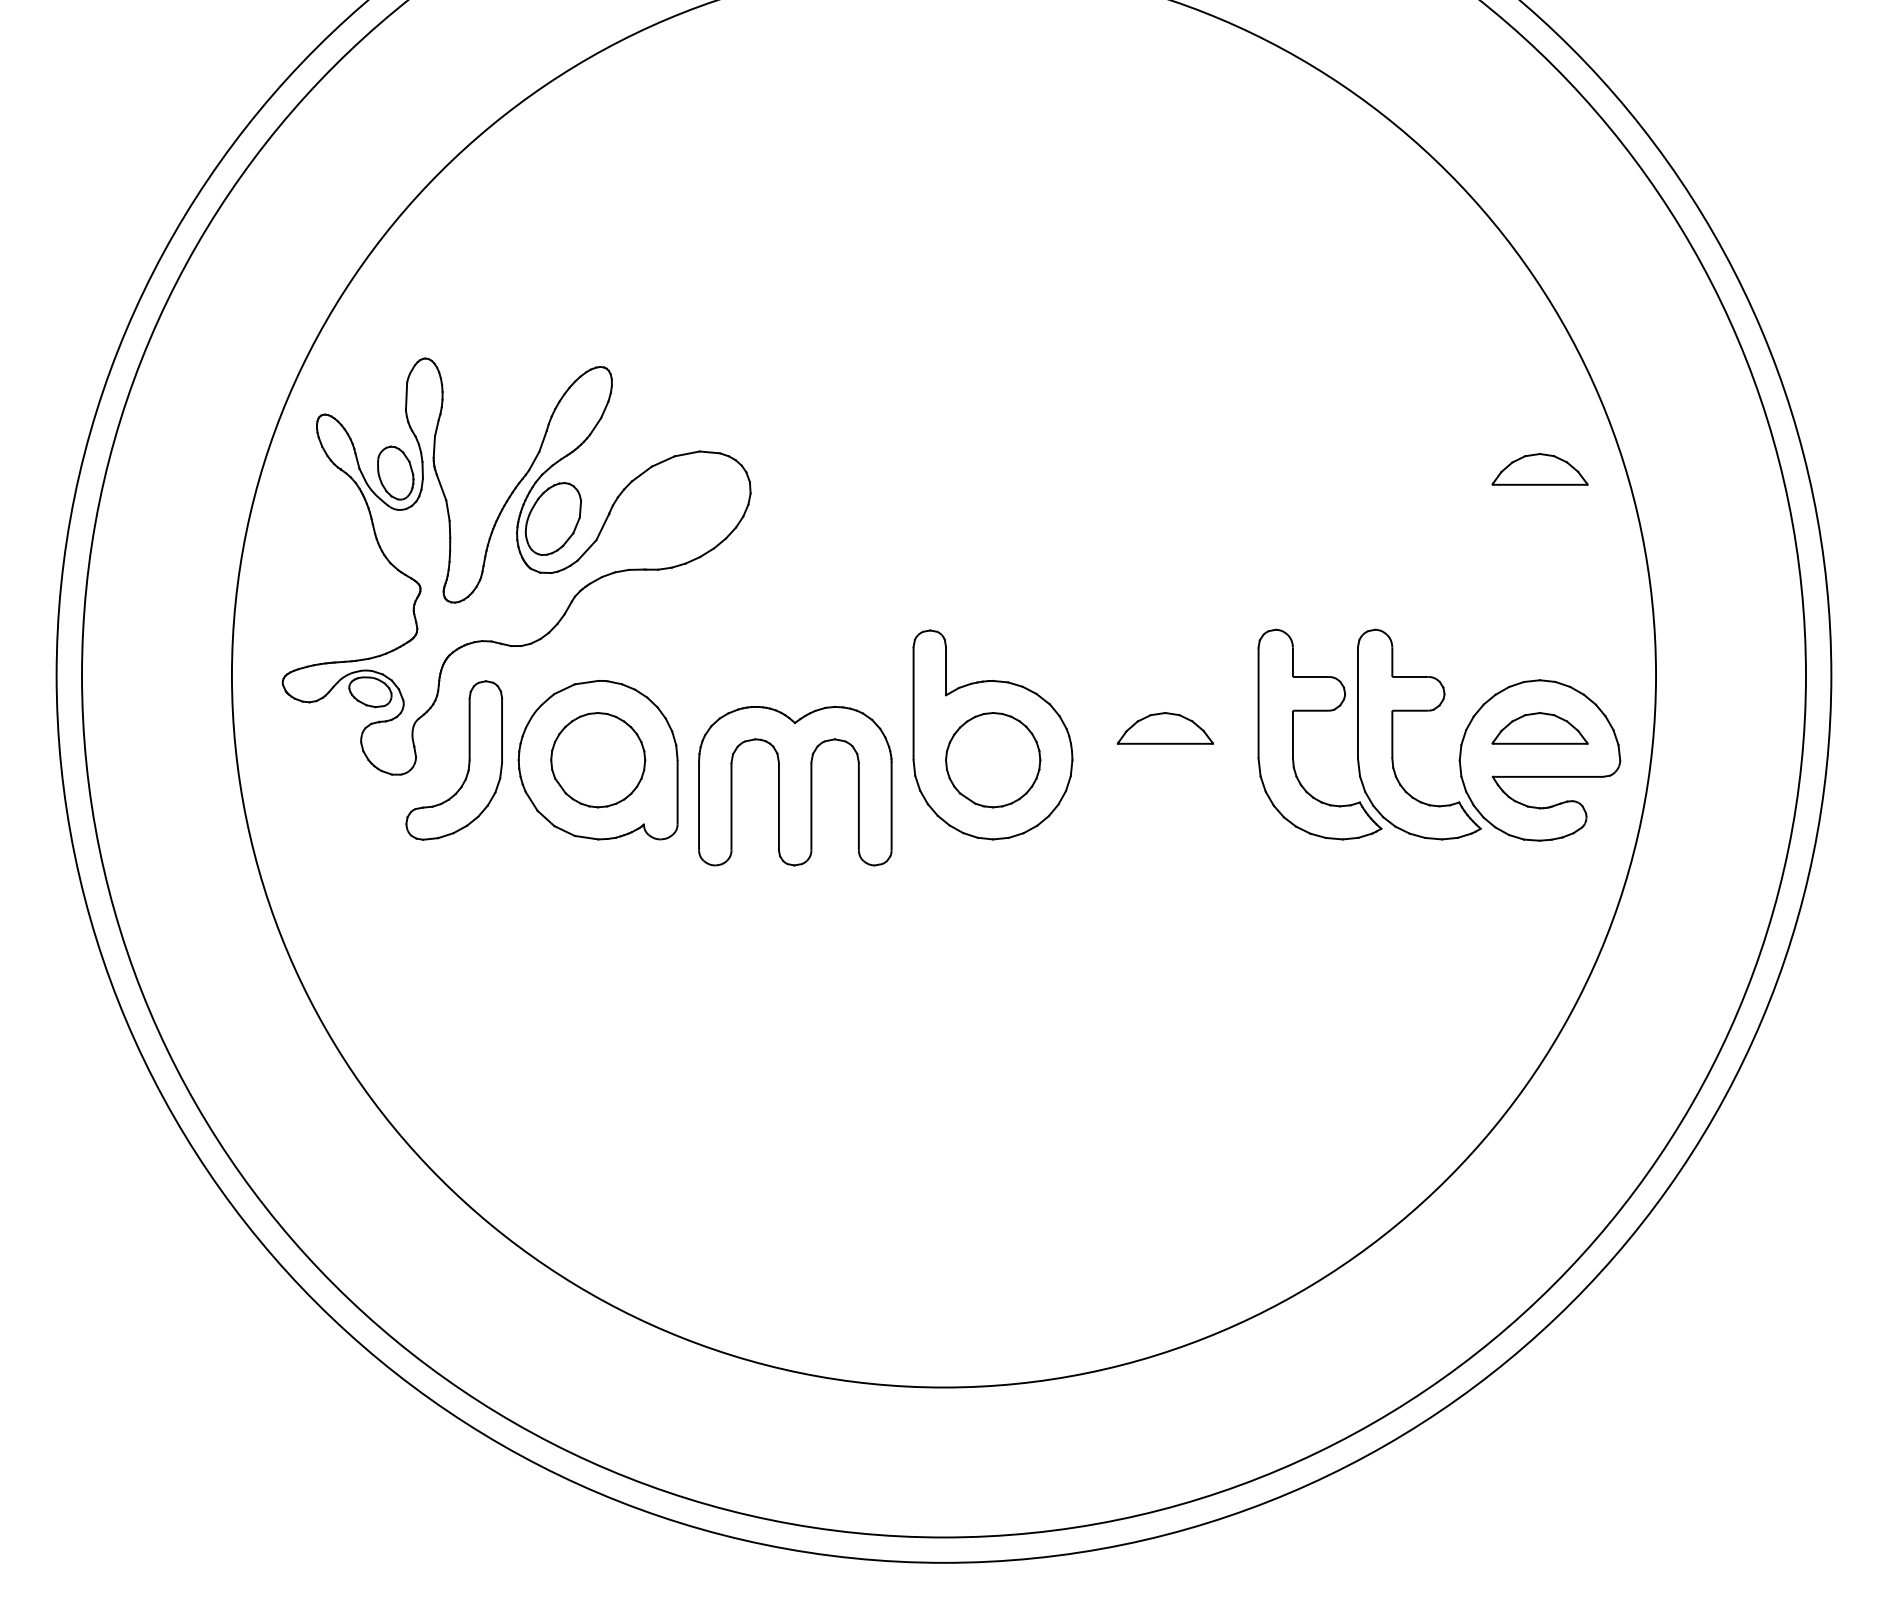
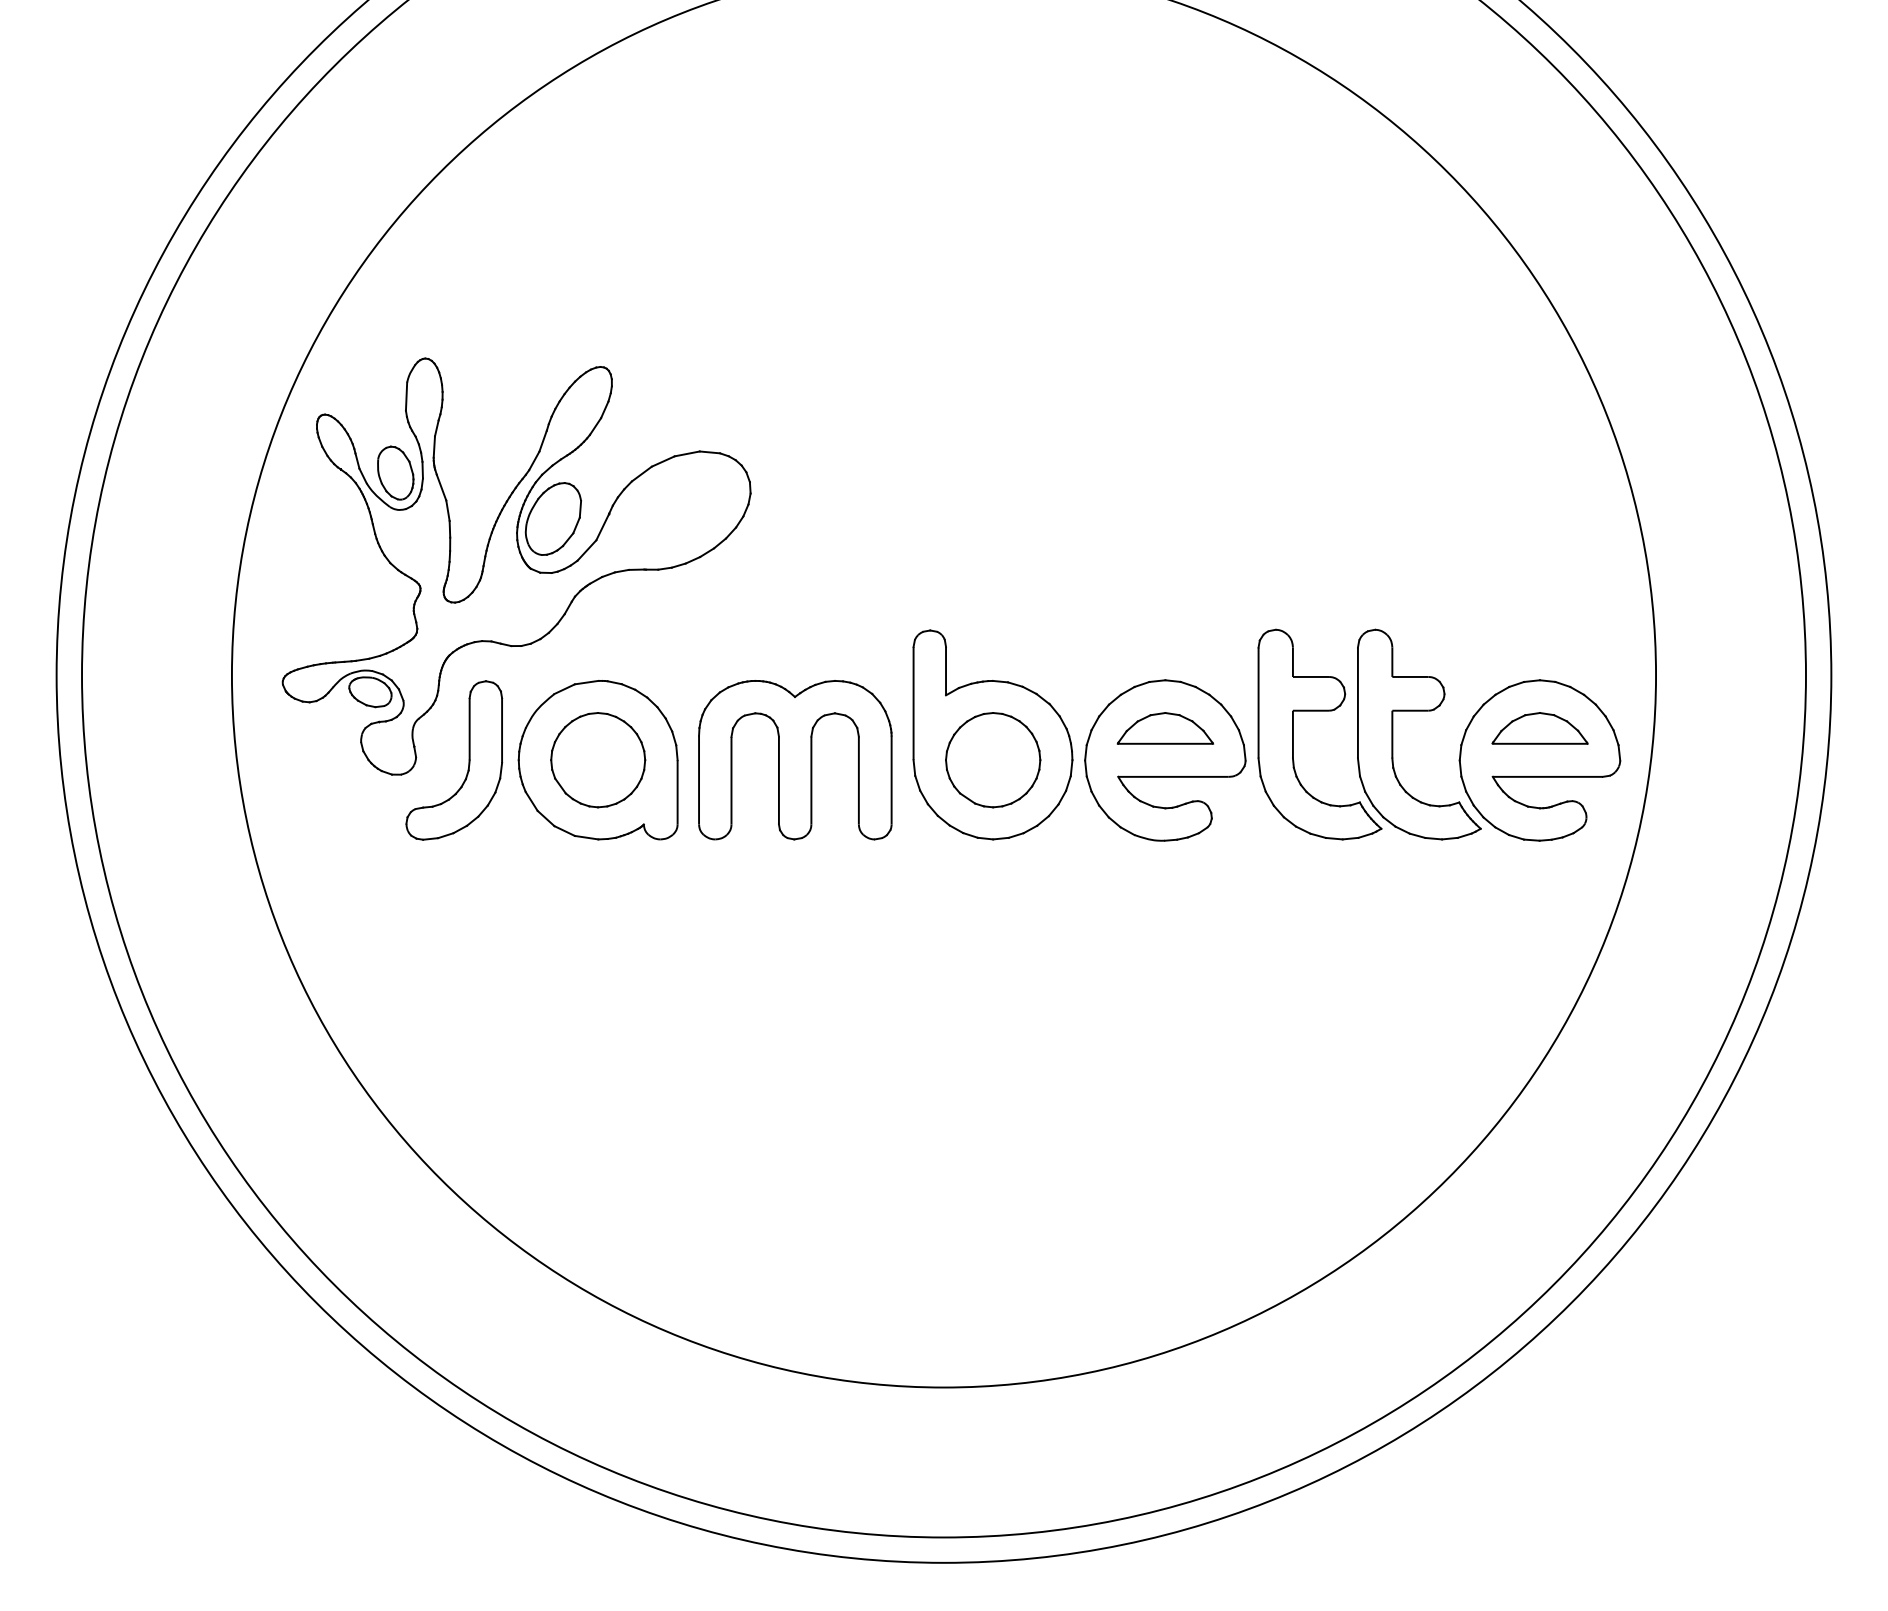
part at (1539, 469): present -> none
part at (1165, 760): none -> present
part at (795, 786) position: (795, 786) -> (795, 760)
